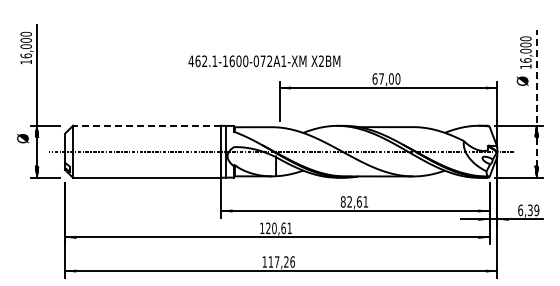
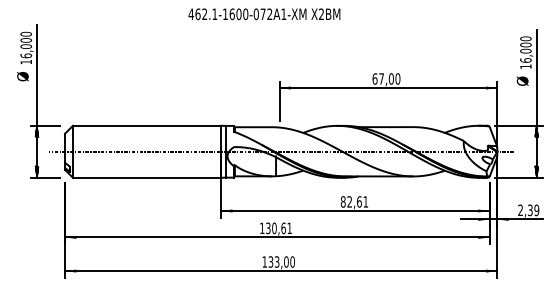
text at (264, 61) position: (264, 61) -> (264, 14)
line at (536, 103): dashed -> solid
line at (146, 125): dashed -> solid
text at (22, 138) position: (22, 138) -> (22, 76)
text at (520, 210): 6,39 -> 2,39
text at (268, 228): 120,61 -> 130,61
text at (281, 261): 117,26 -> 133,00
